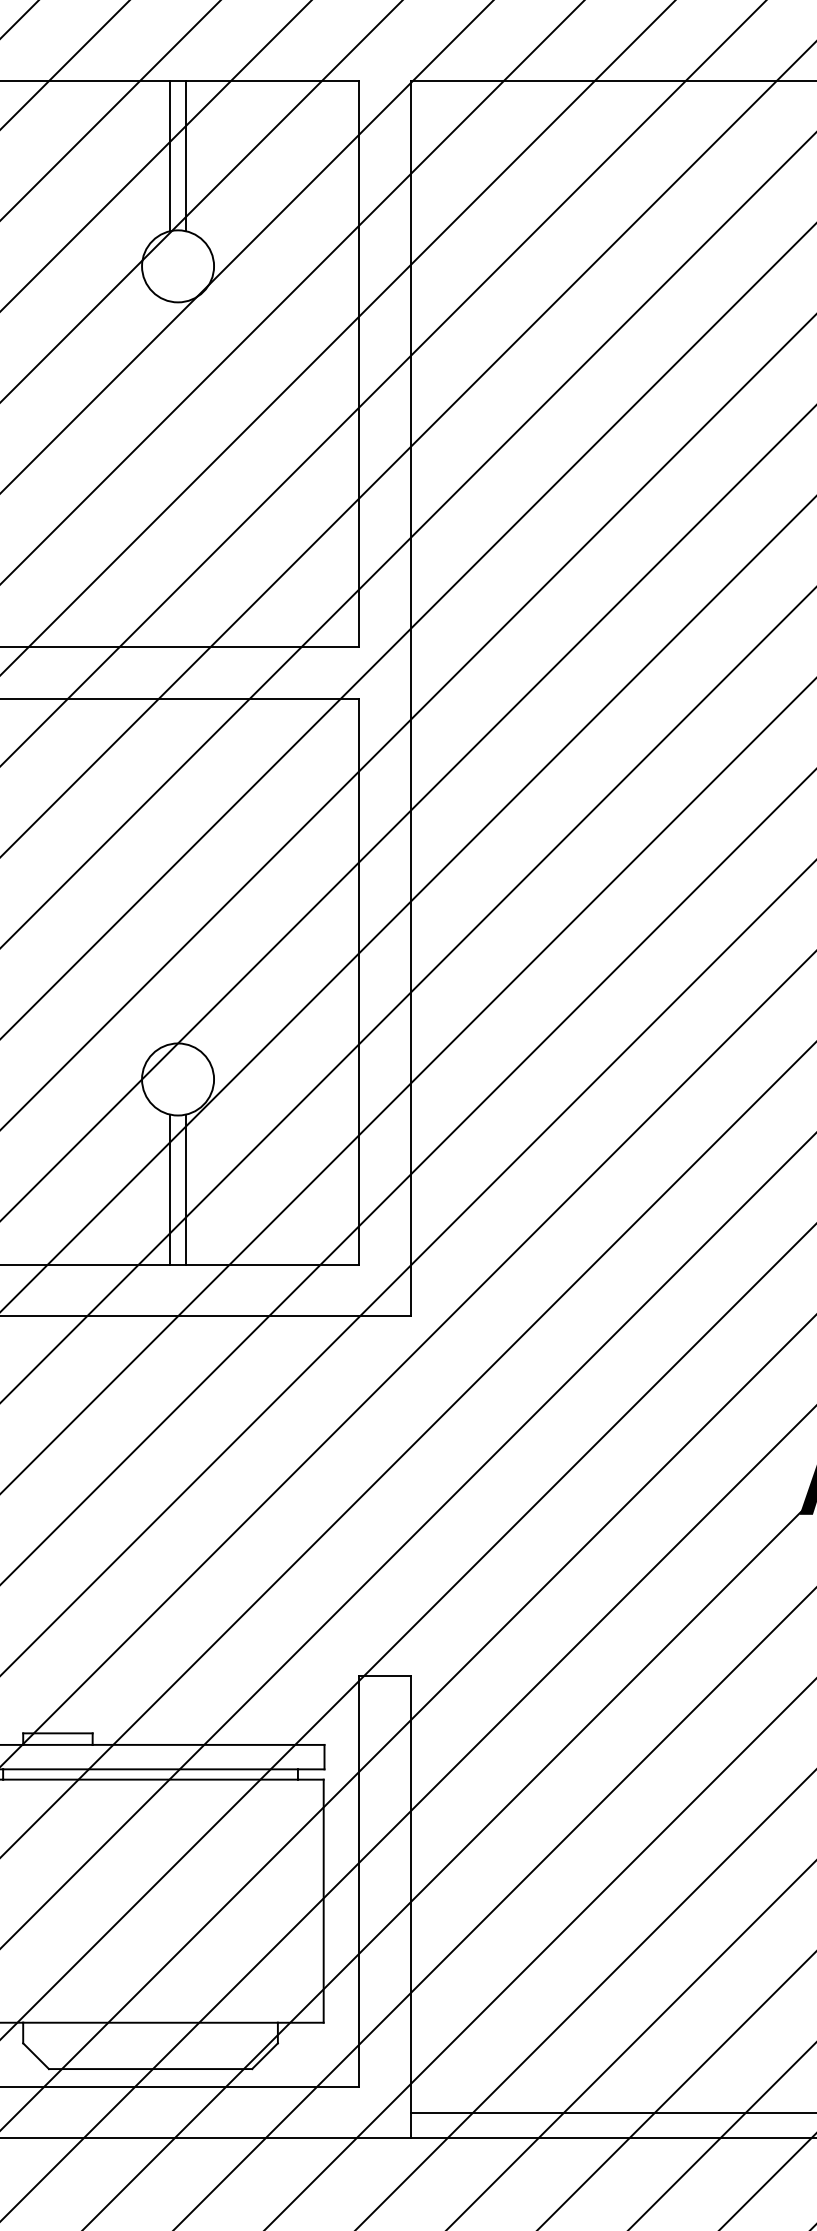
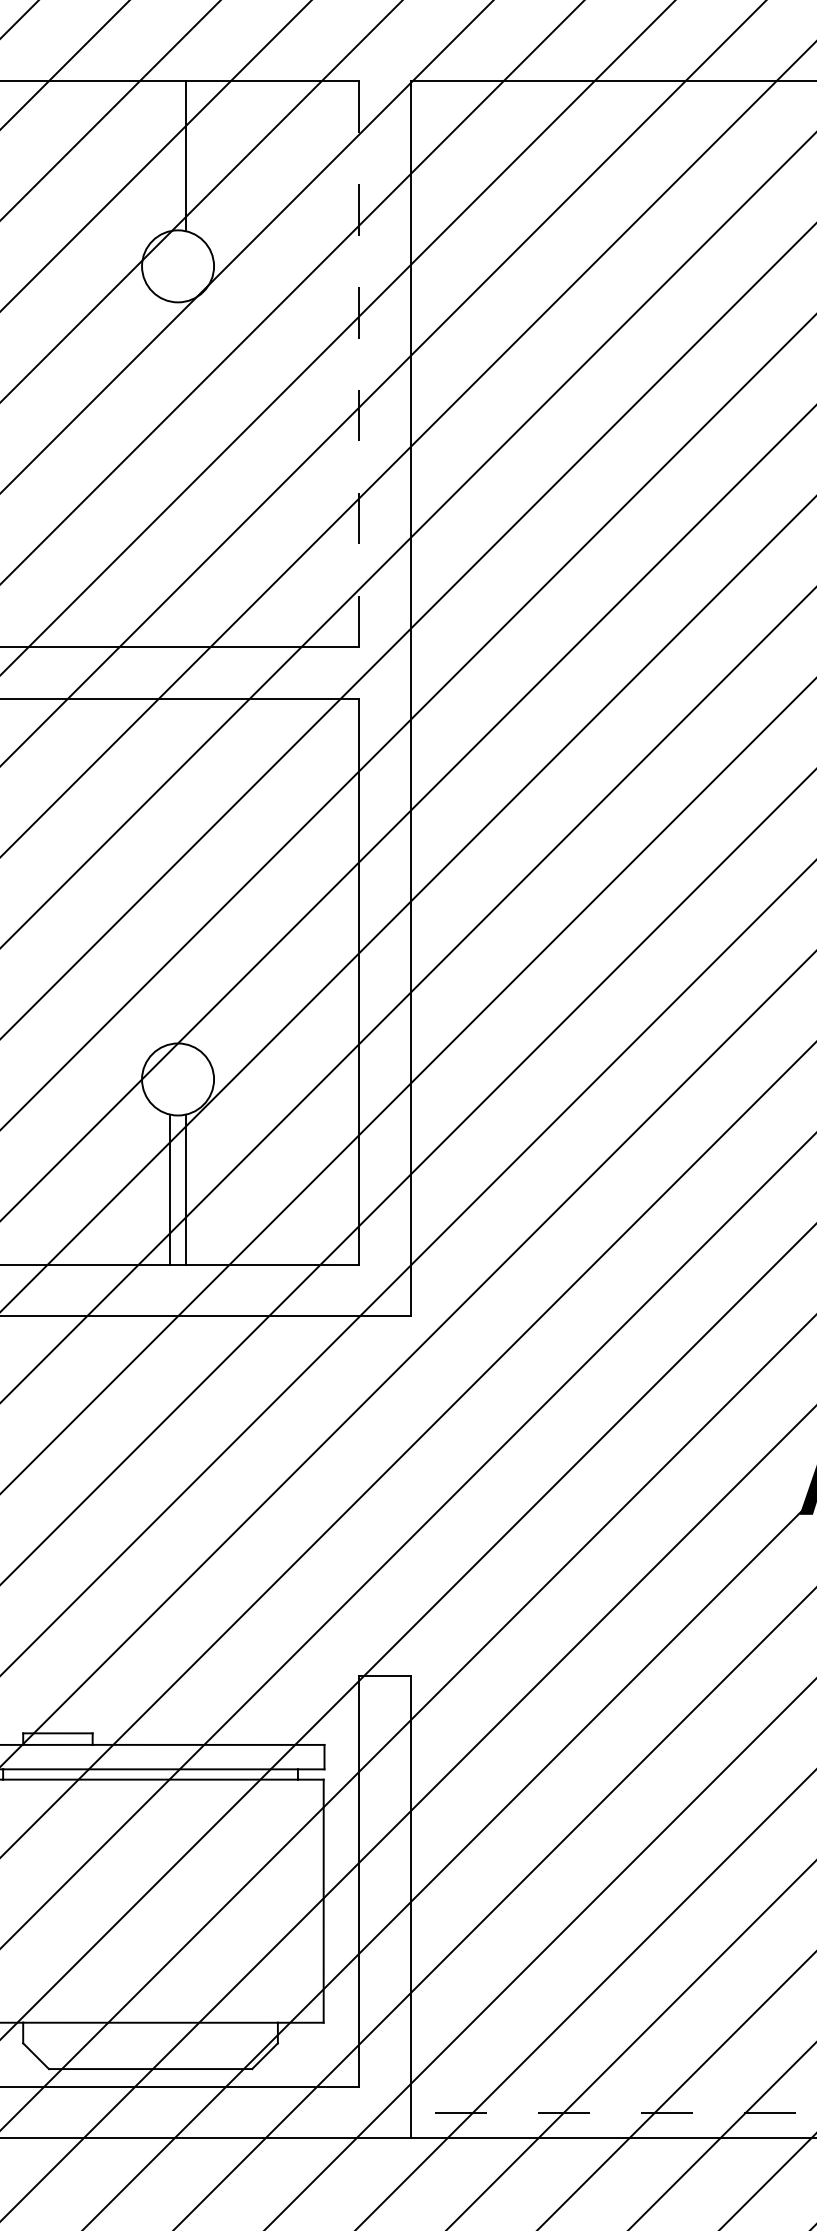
line at (170, 156): present -> none
line at (359, 364): solid -> dashed
line at (613, 2112): solid -> dashed
